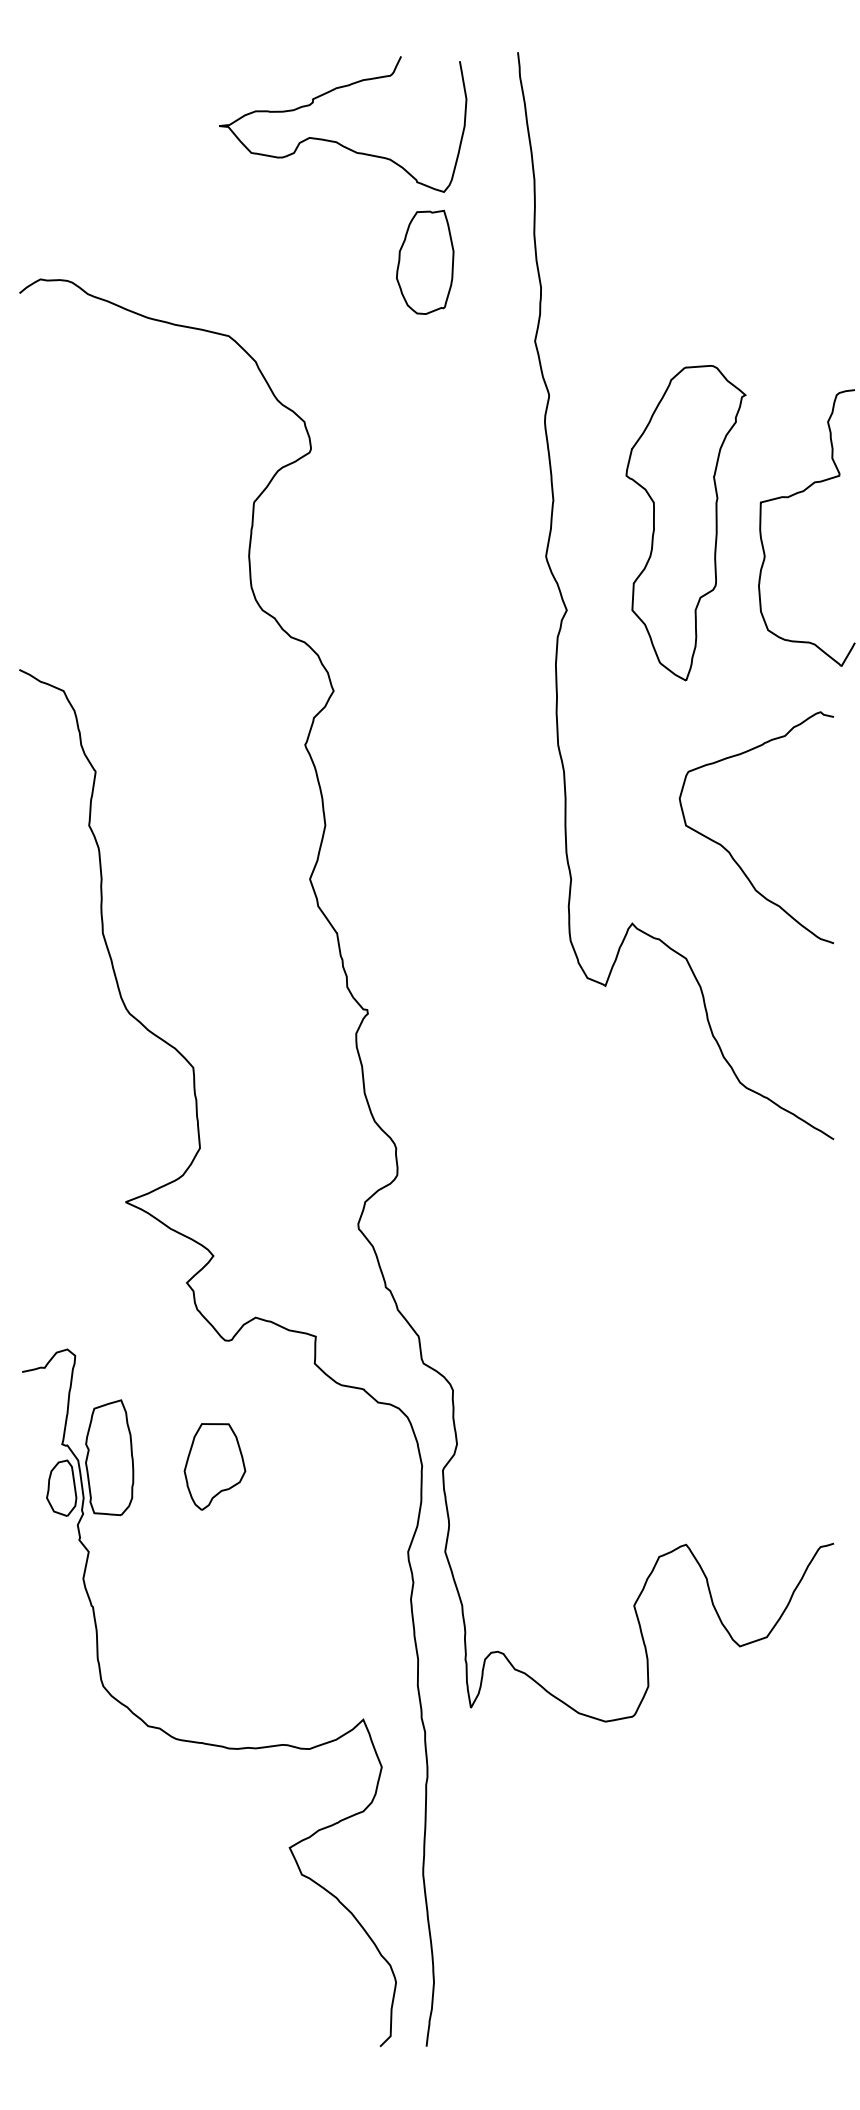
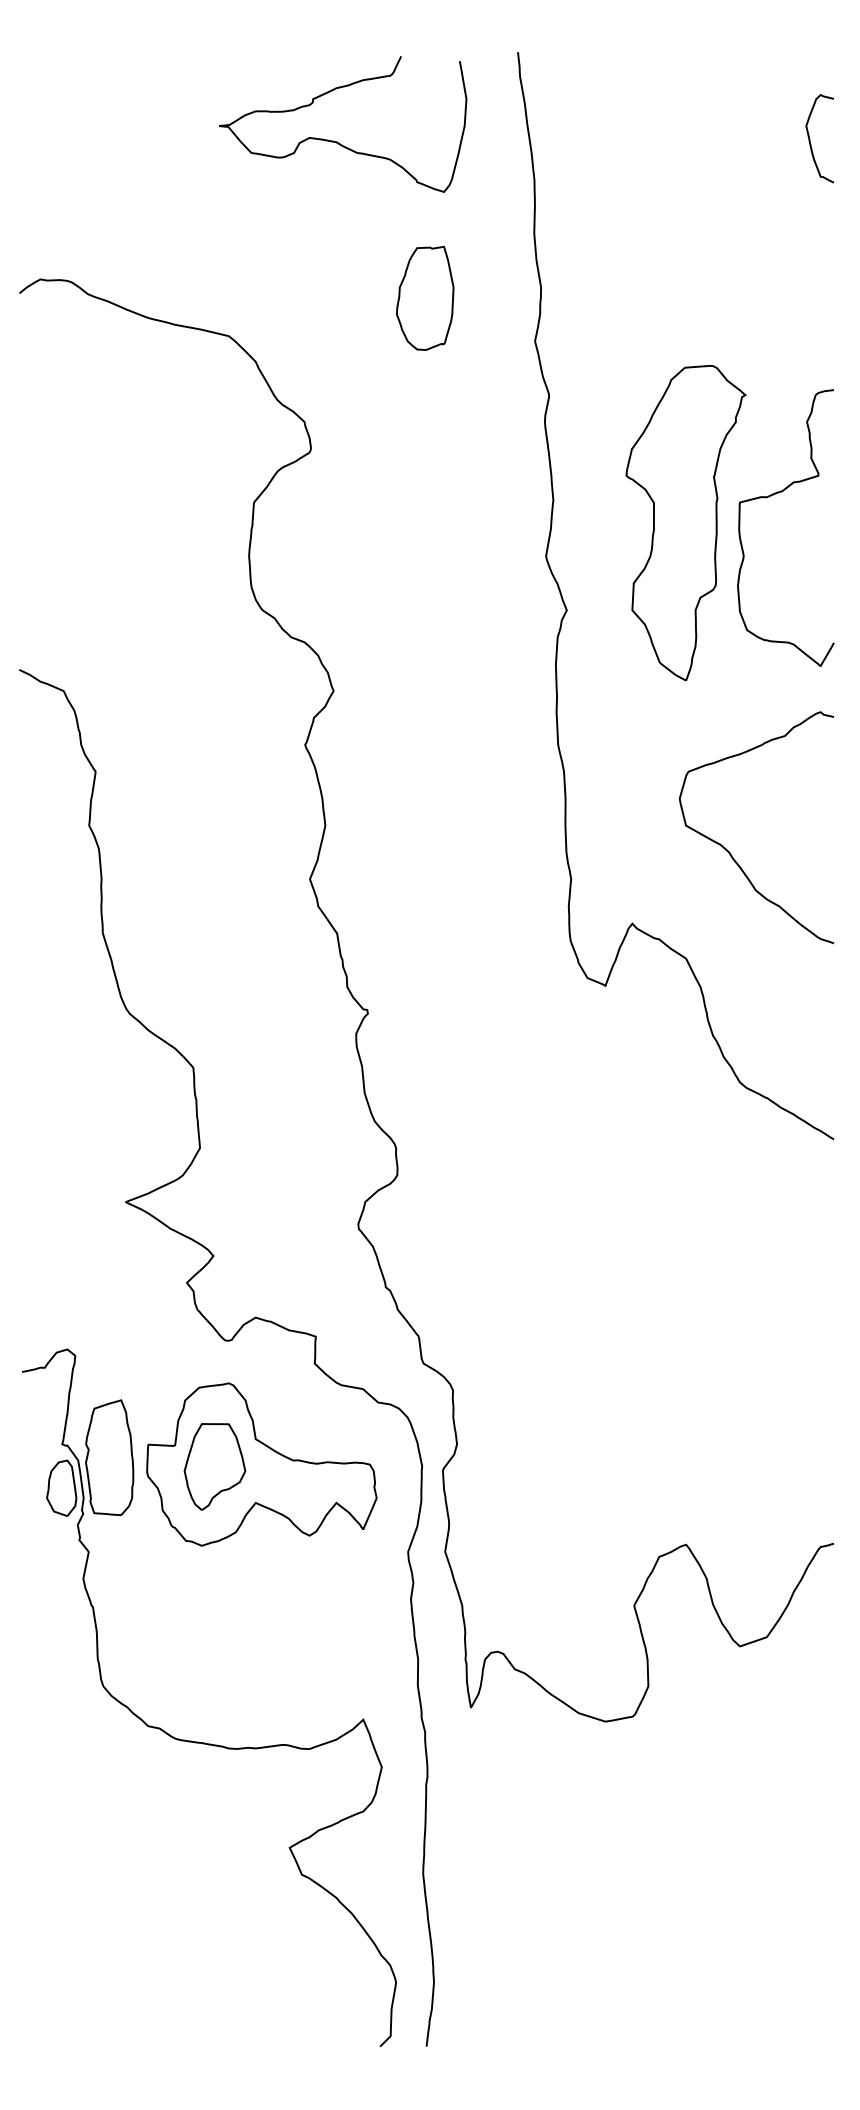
curve at (810, 138): none -> present
part at (425, 261) position: (425, 261) -> (425, 297)
curve at (790, 497) position: (790, 497) -> (769, 497)
part at (261, 1464): none -> present
